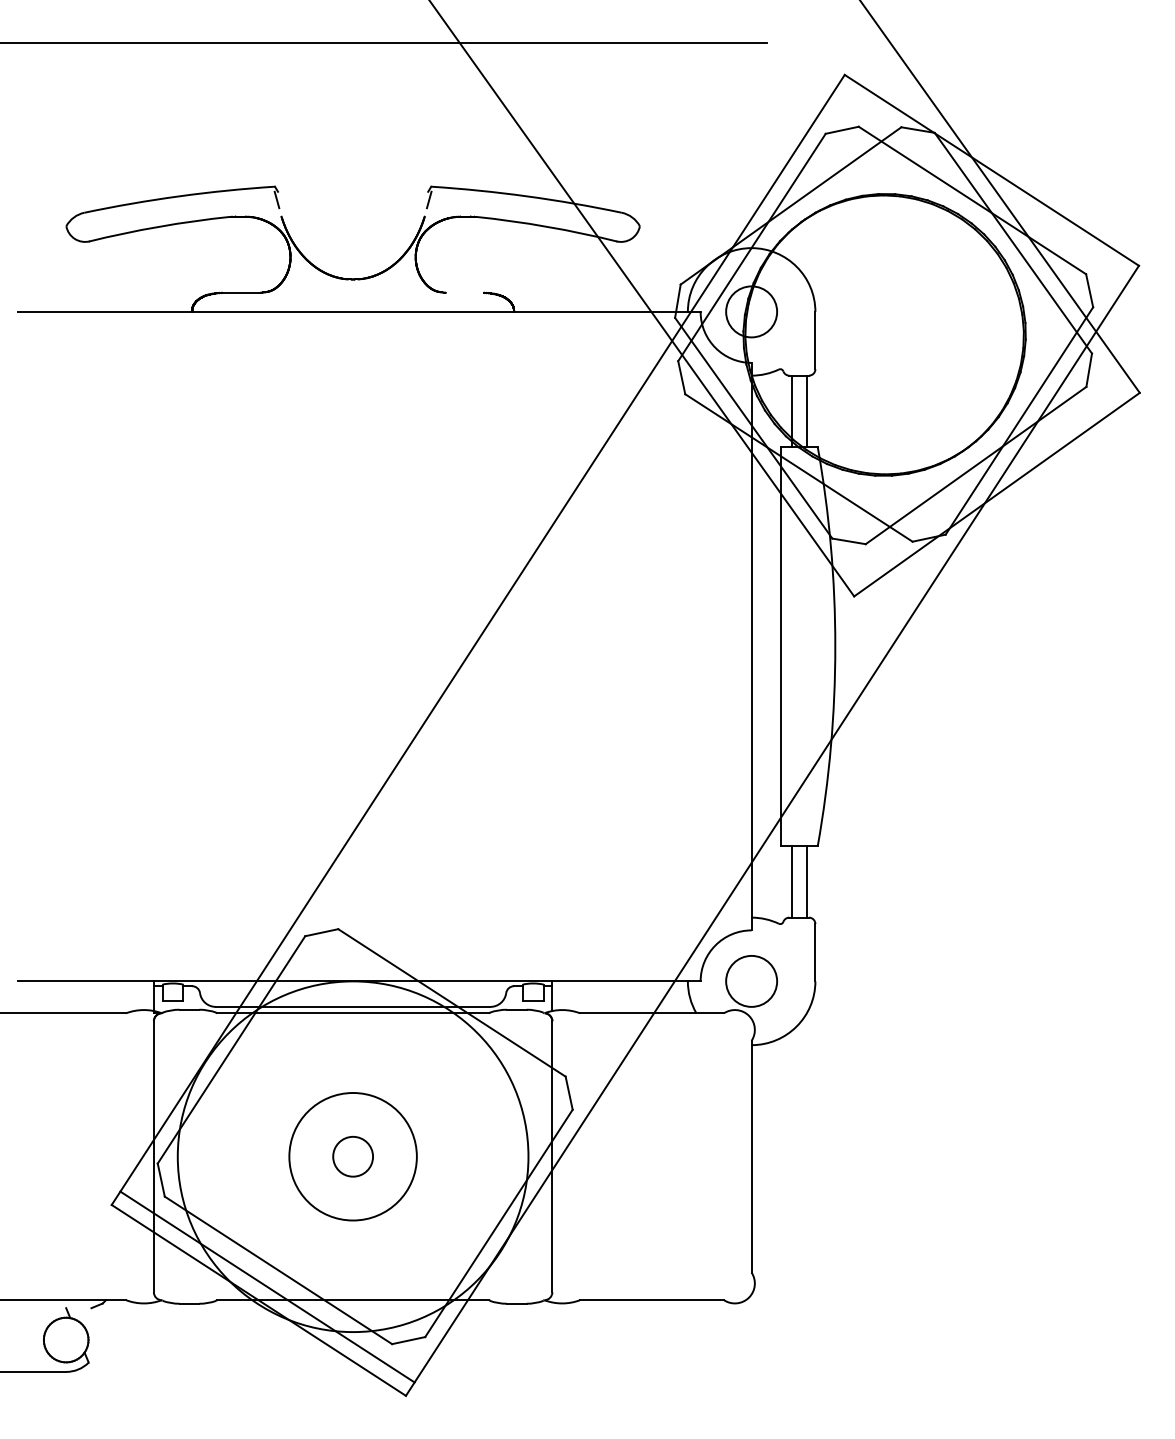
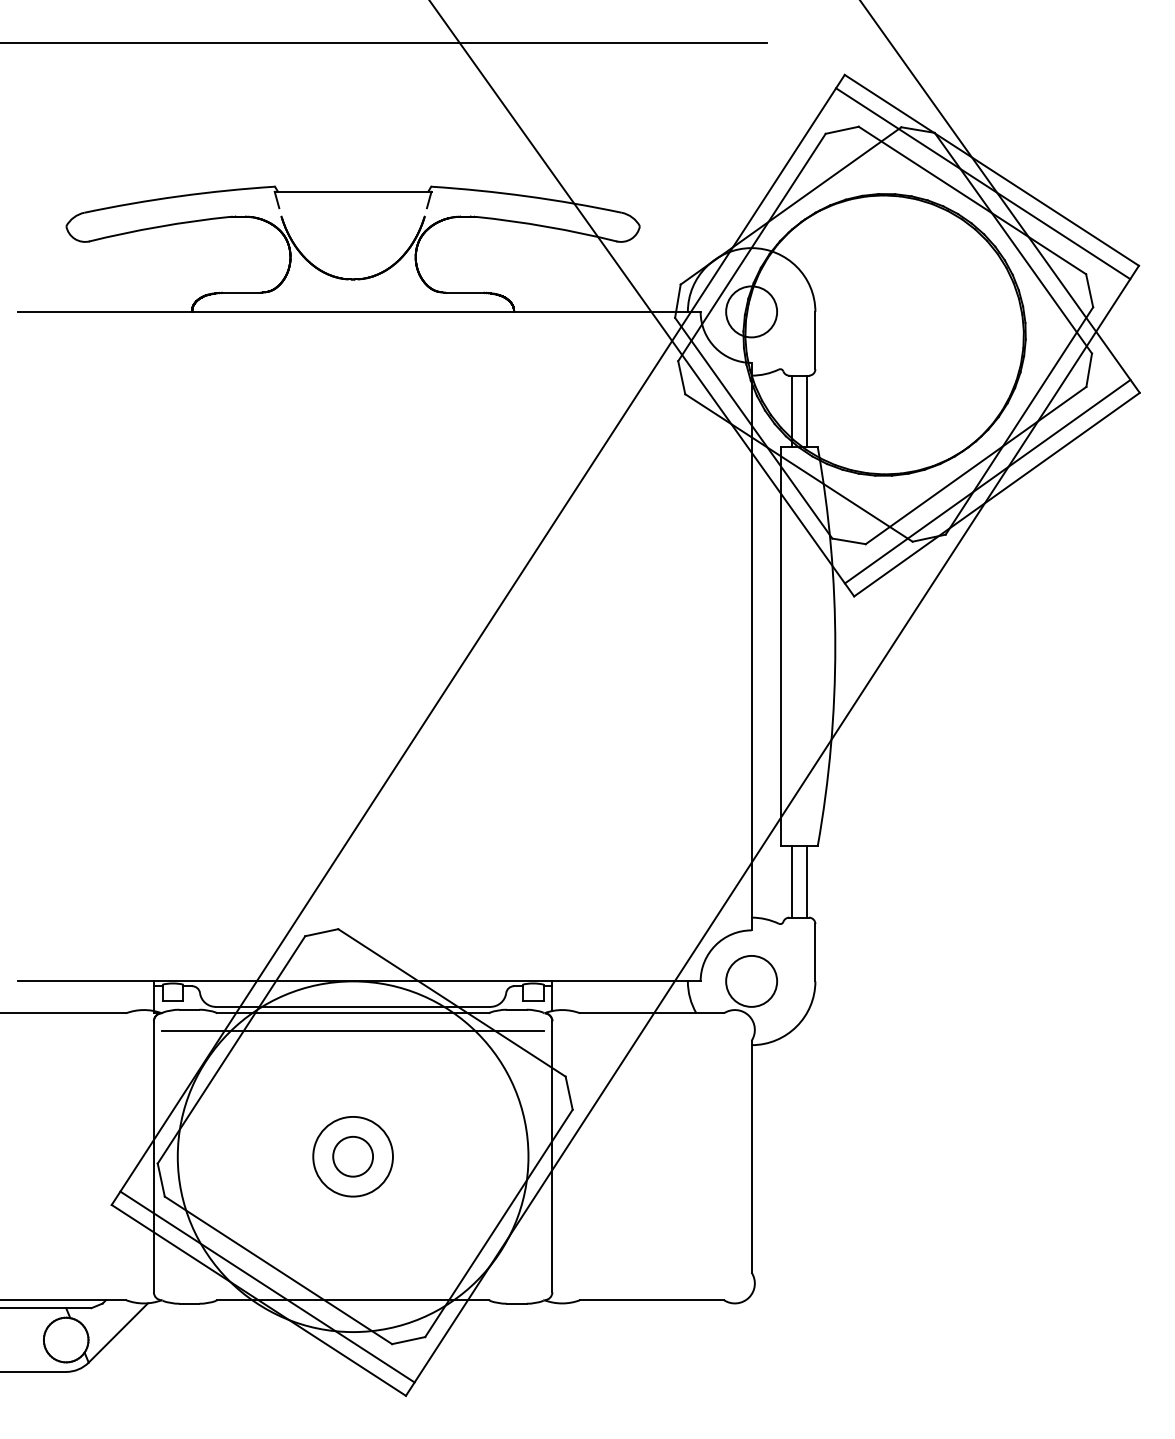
line at (983, 183): none -> present
line at (352, 191): none -> present
line at (464, 292): none -> present
line at (987, 481): none -> present
line at (352, 1030): none -> present
circle at (352, 1156) diameter: 128 px -> 80 px
line at (46, 1308): none -> present
line at (118, 1332): none -> present
